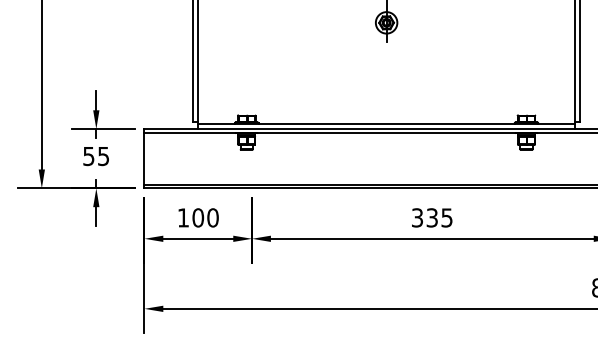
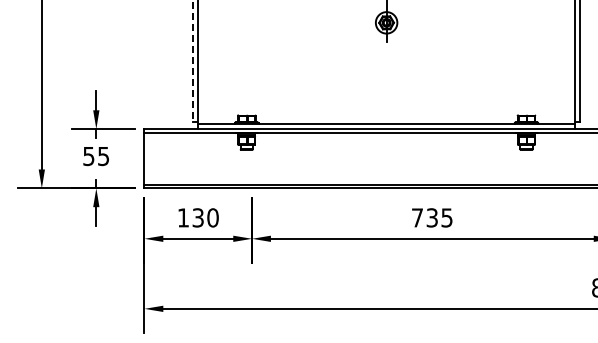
line at (193, 60): solid -> dashed
text at (198, 217): 100 -> 130
text at (417, 217): 335 -> 735
